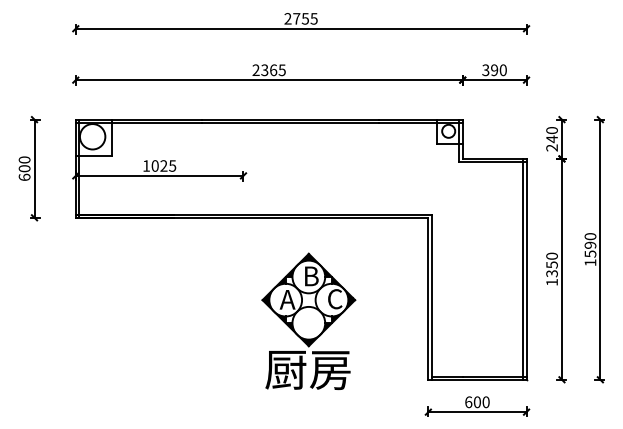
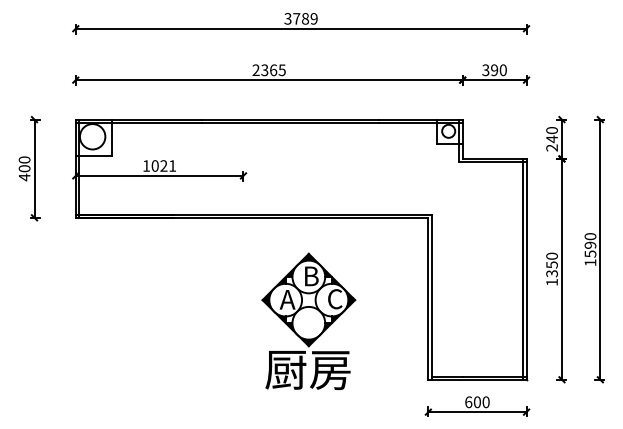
text at (300, 18): 2755 -> 3789
text at (172, 165): 1025 -> 1021
text at (24, 177): 600 -> 400
